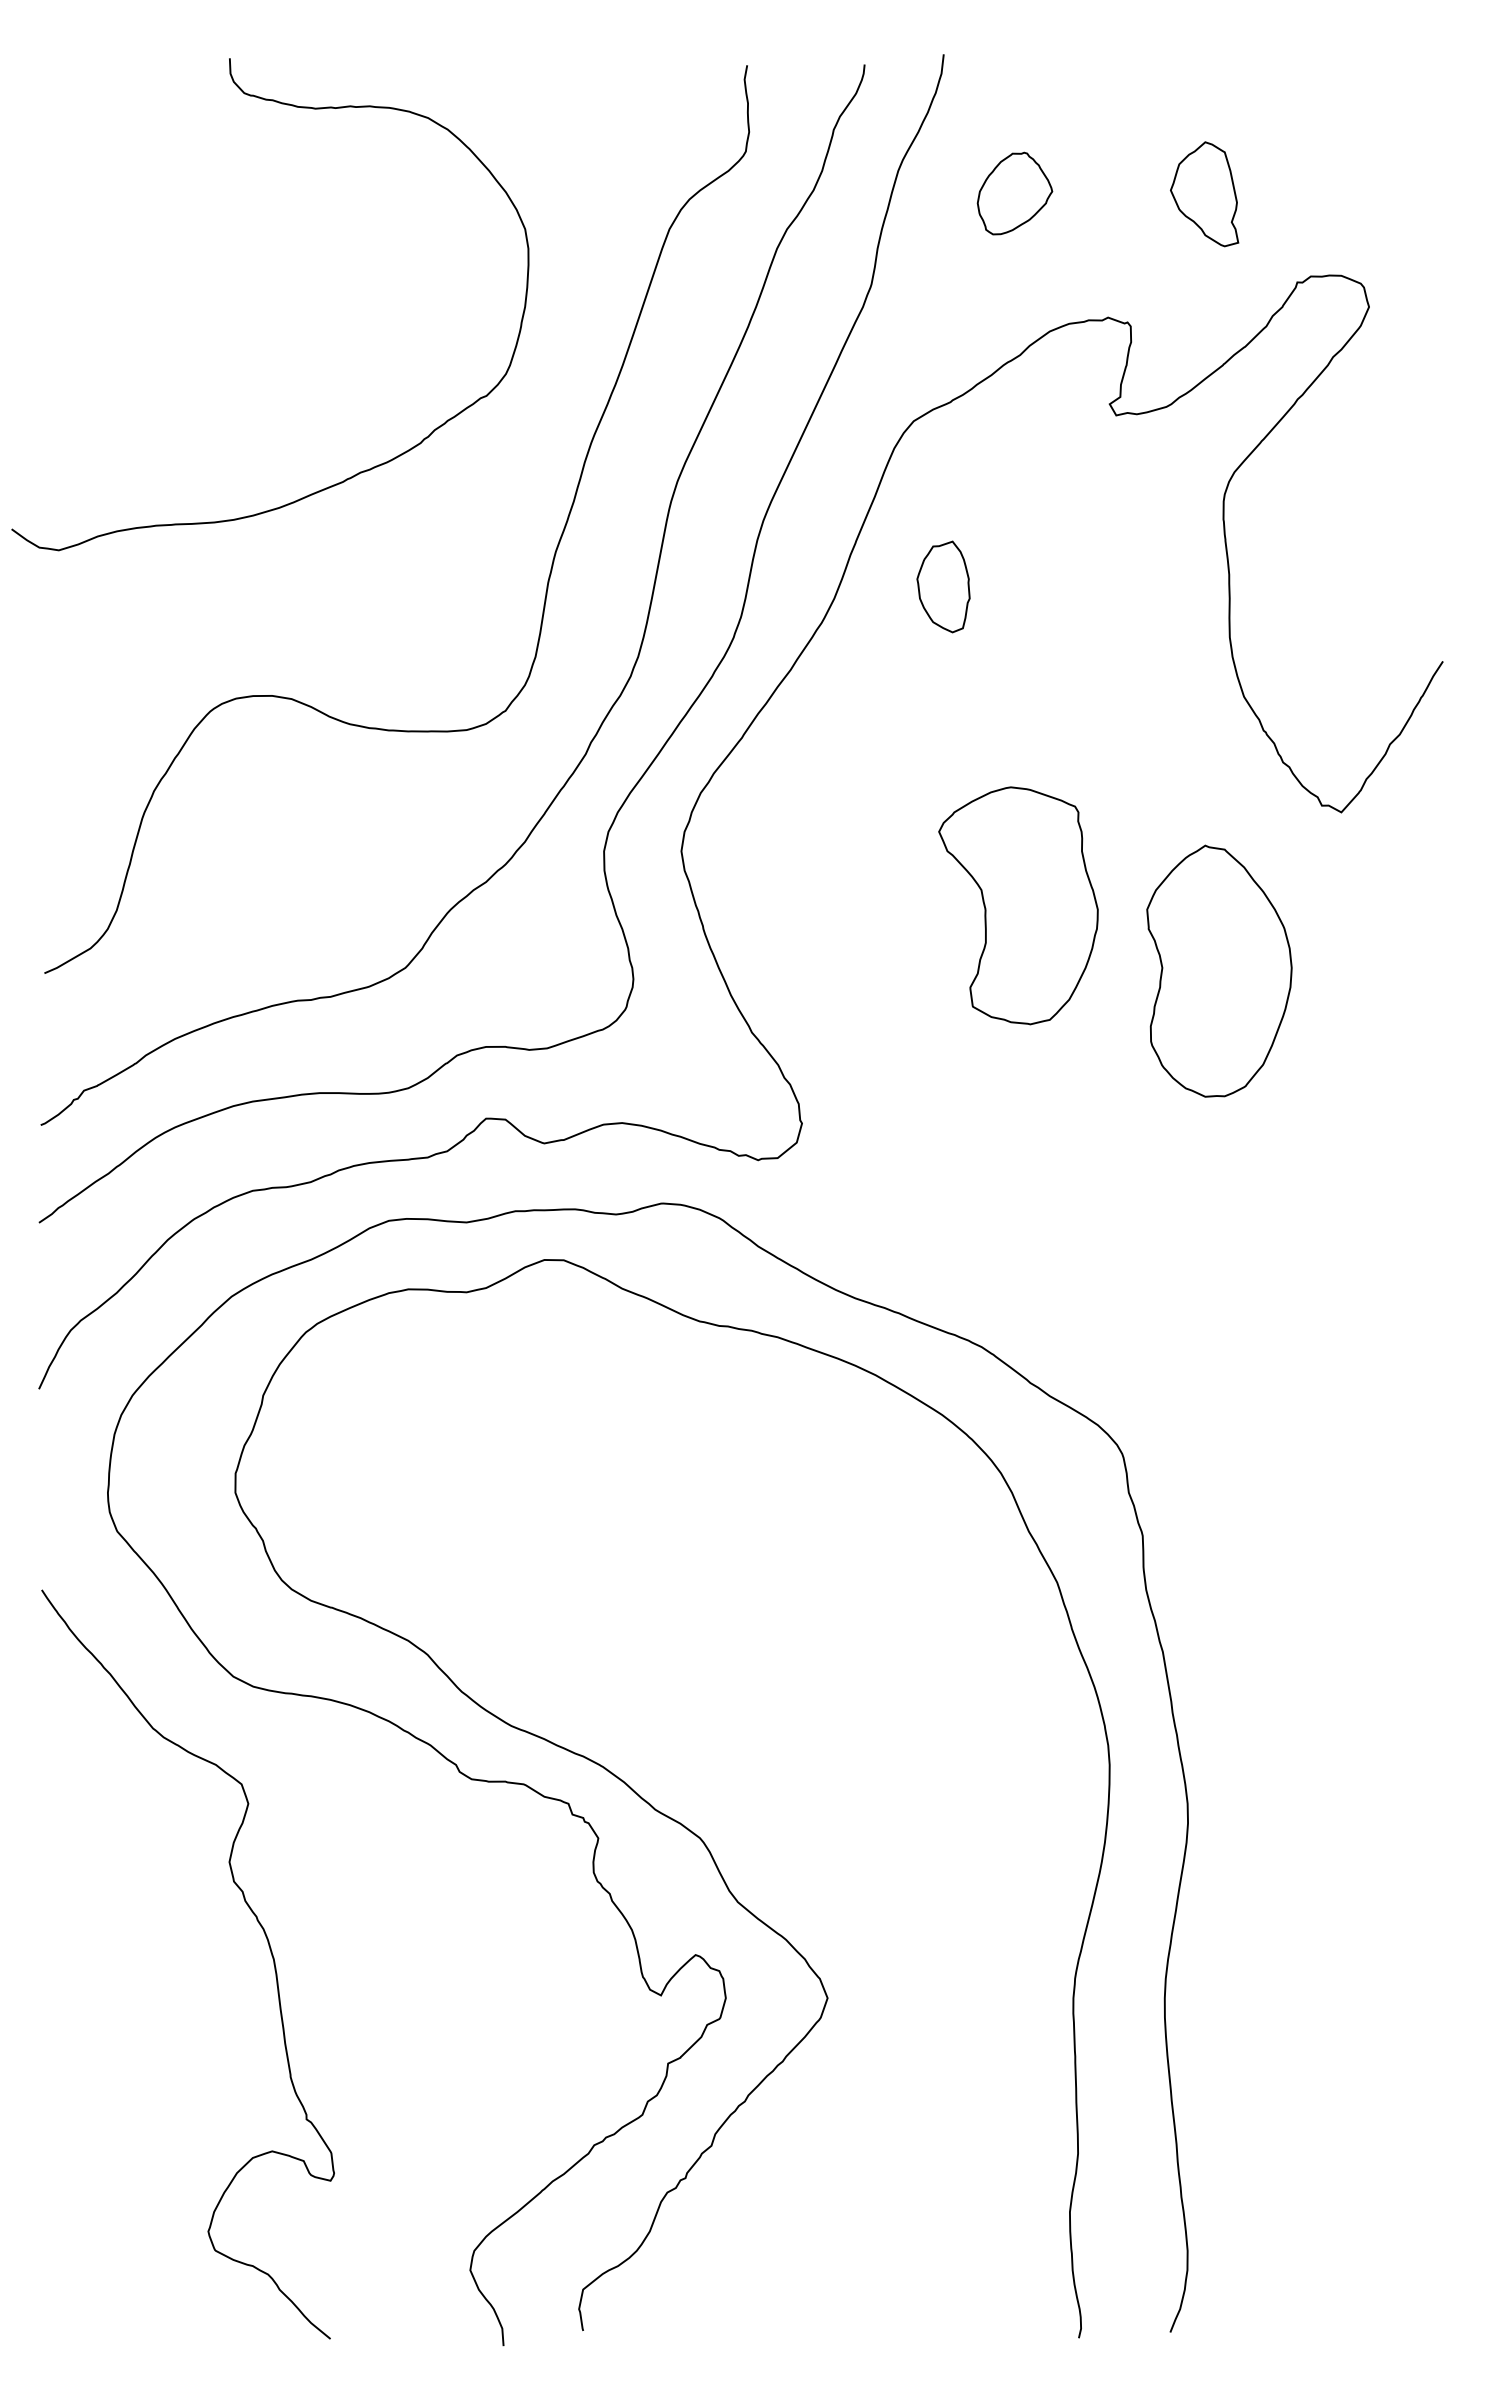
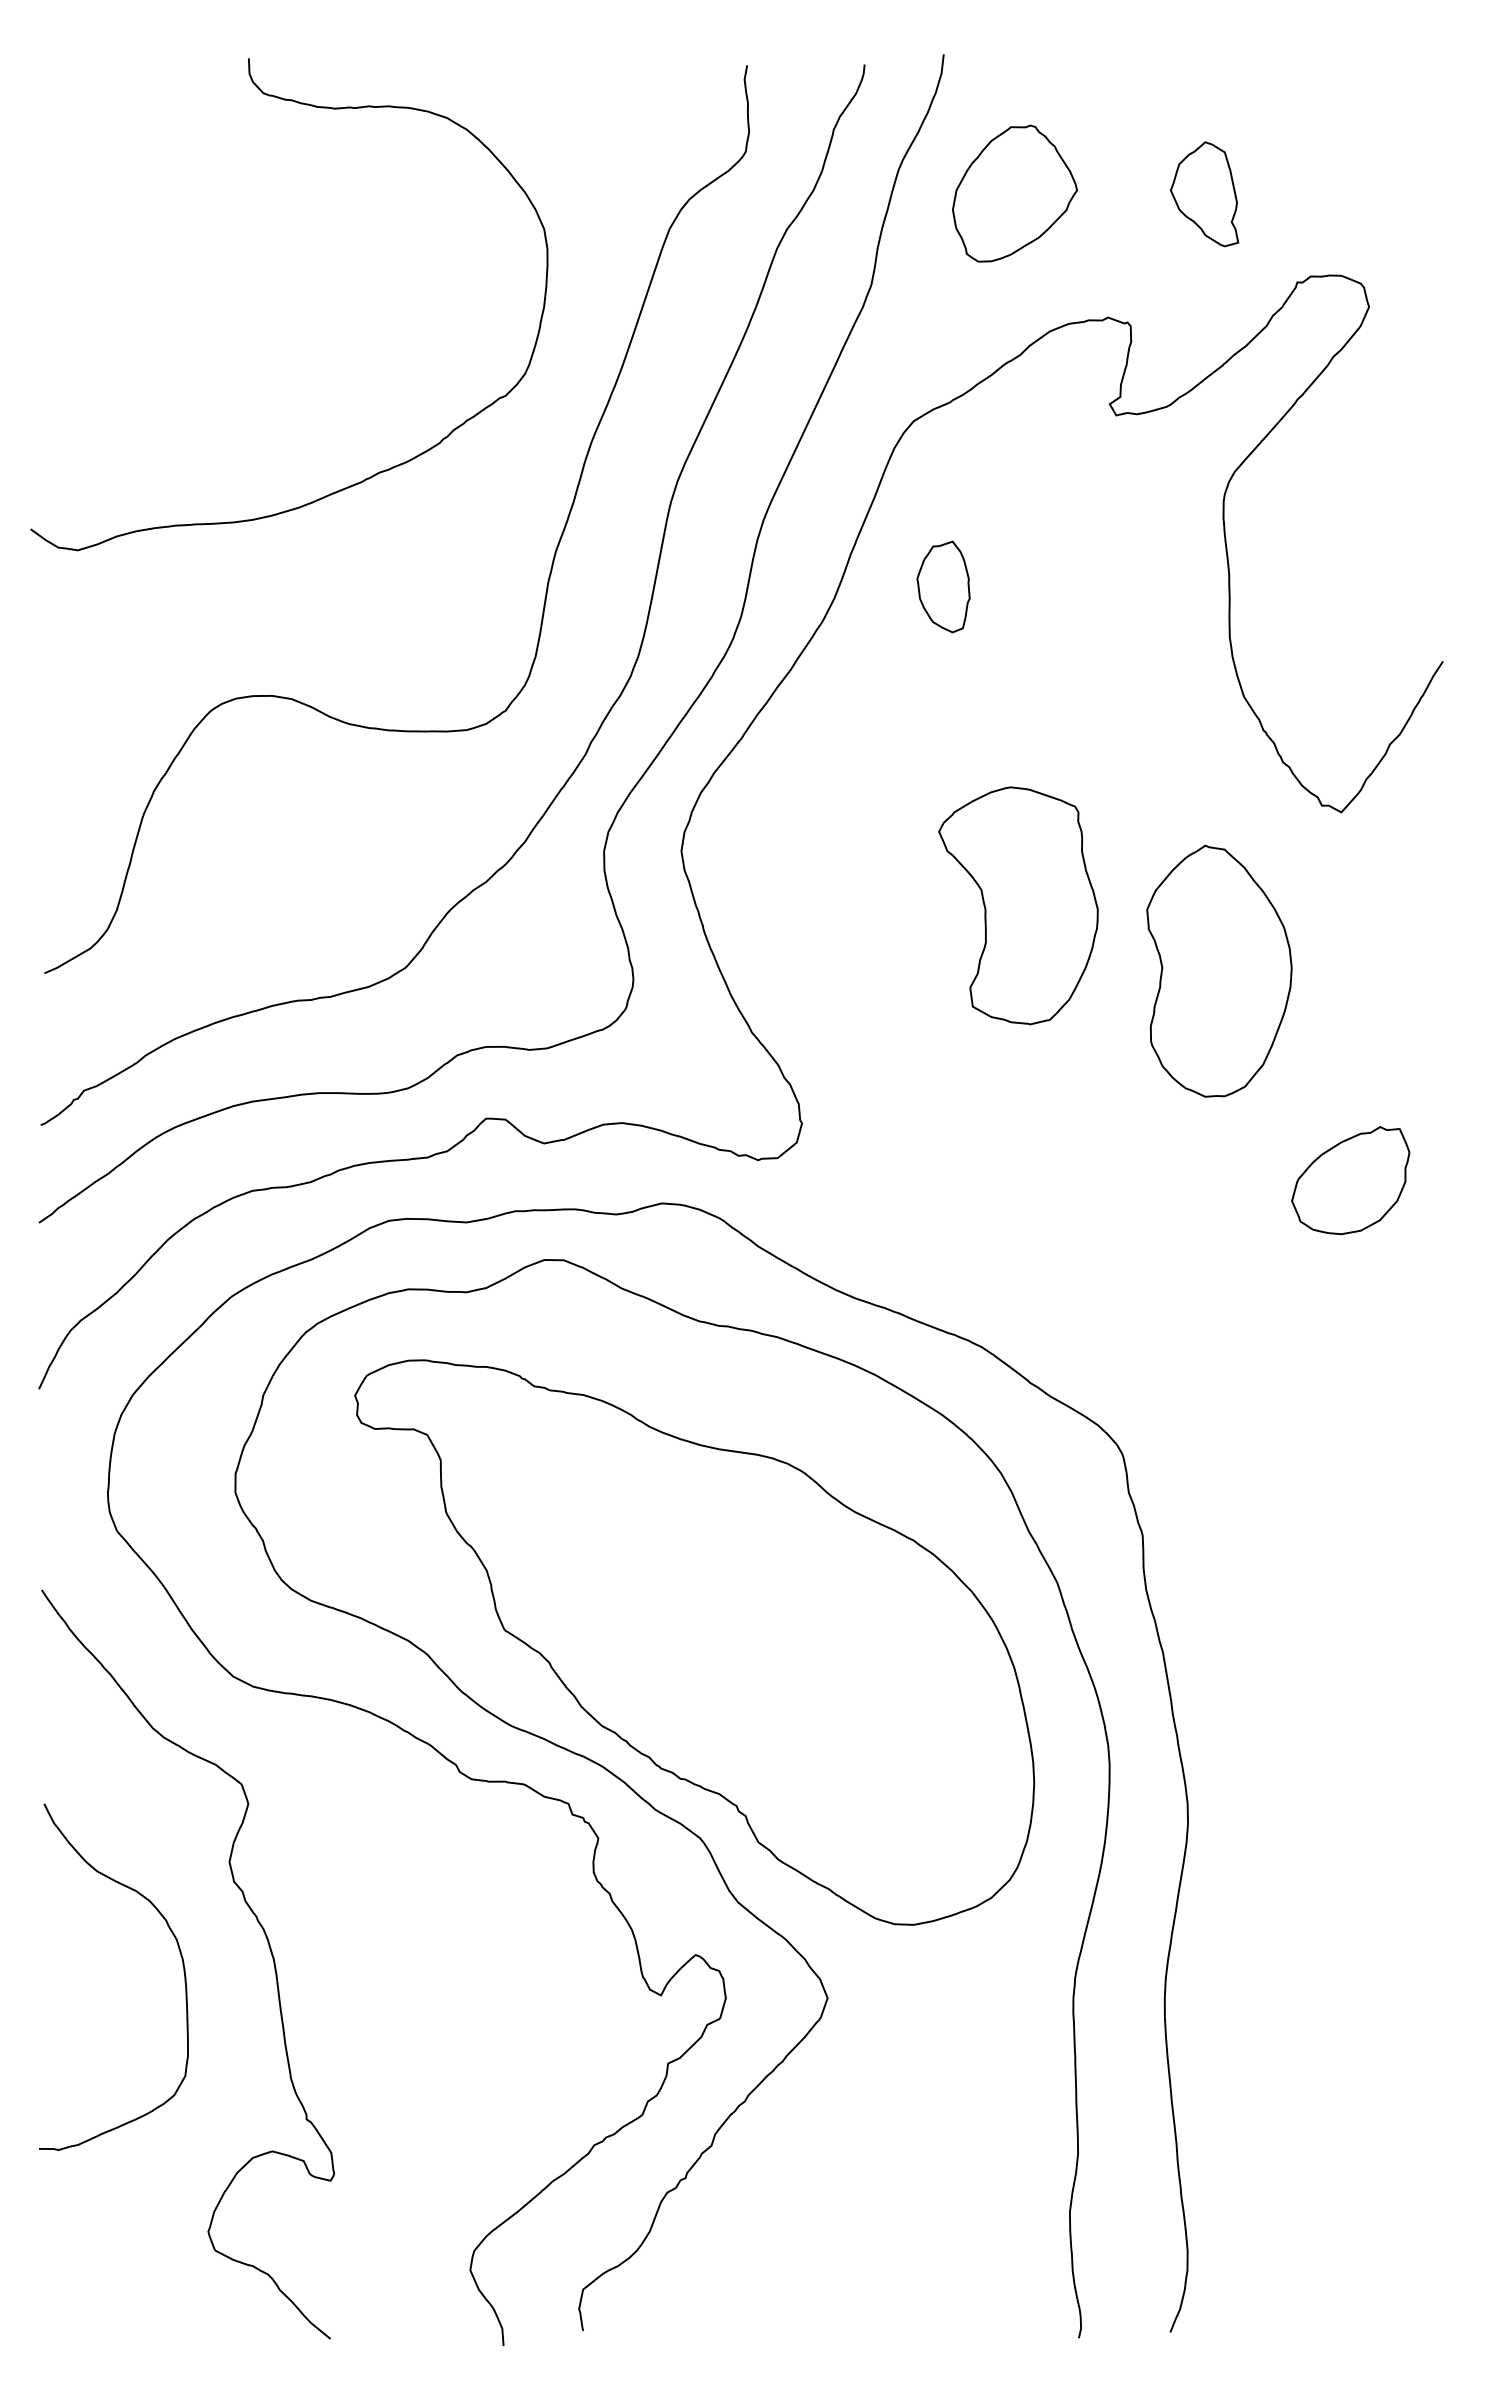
part at (1014, 193) size: 78x85 px -> 126x139 px
curve at (354, 474) position: (354, 474) -> (373, 474)
part at (1350, 1180): none -> present
part at (694, 1642): none -> present
curve at (182, 1965): none -> present
